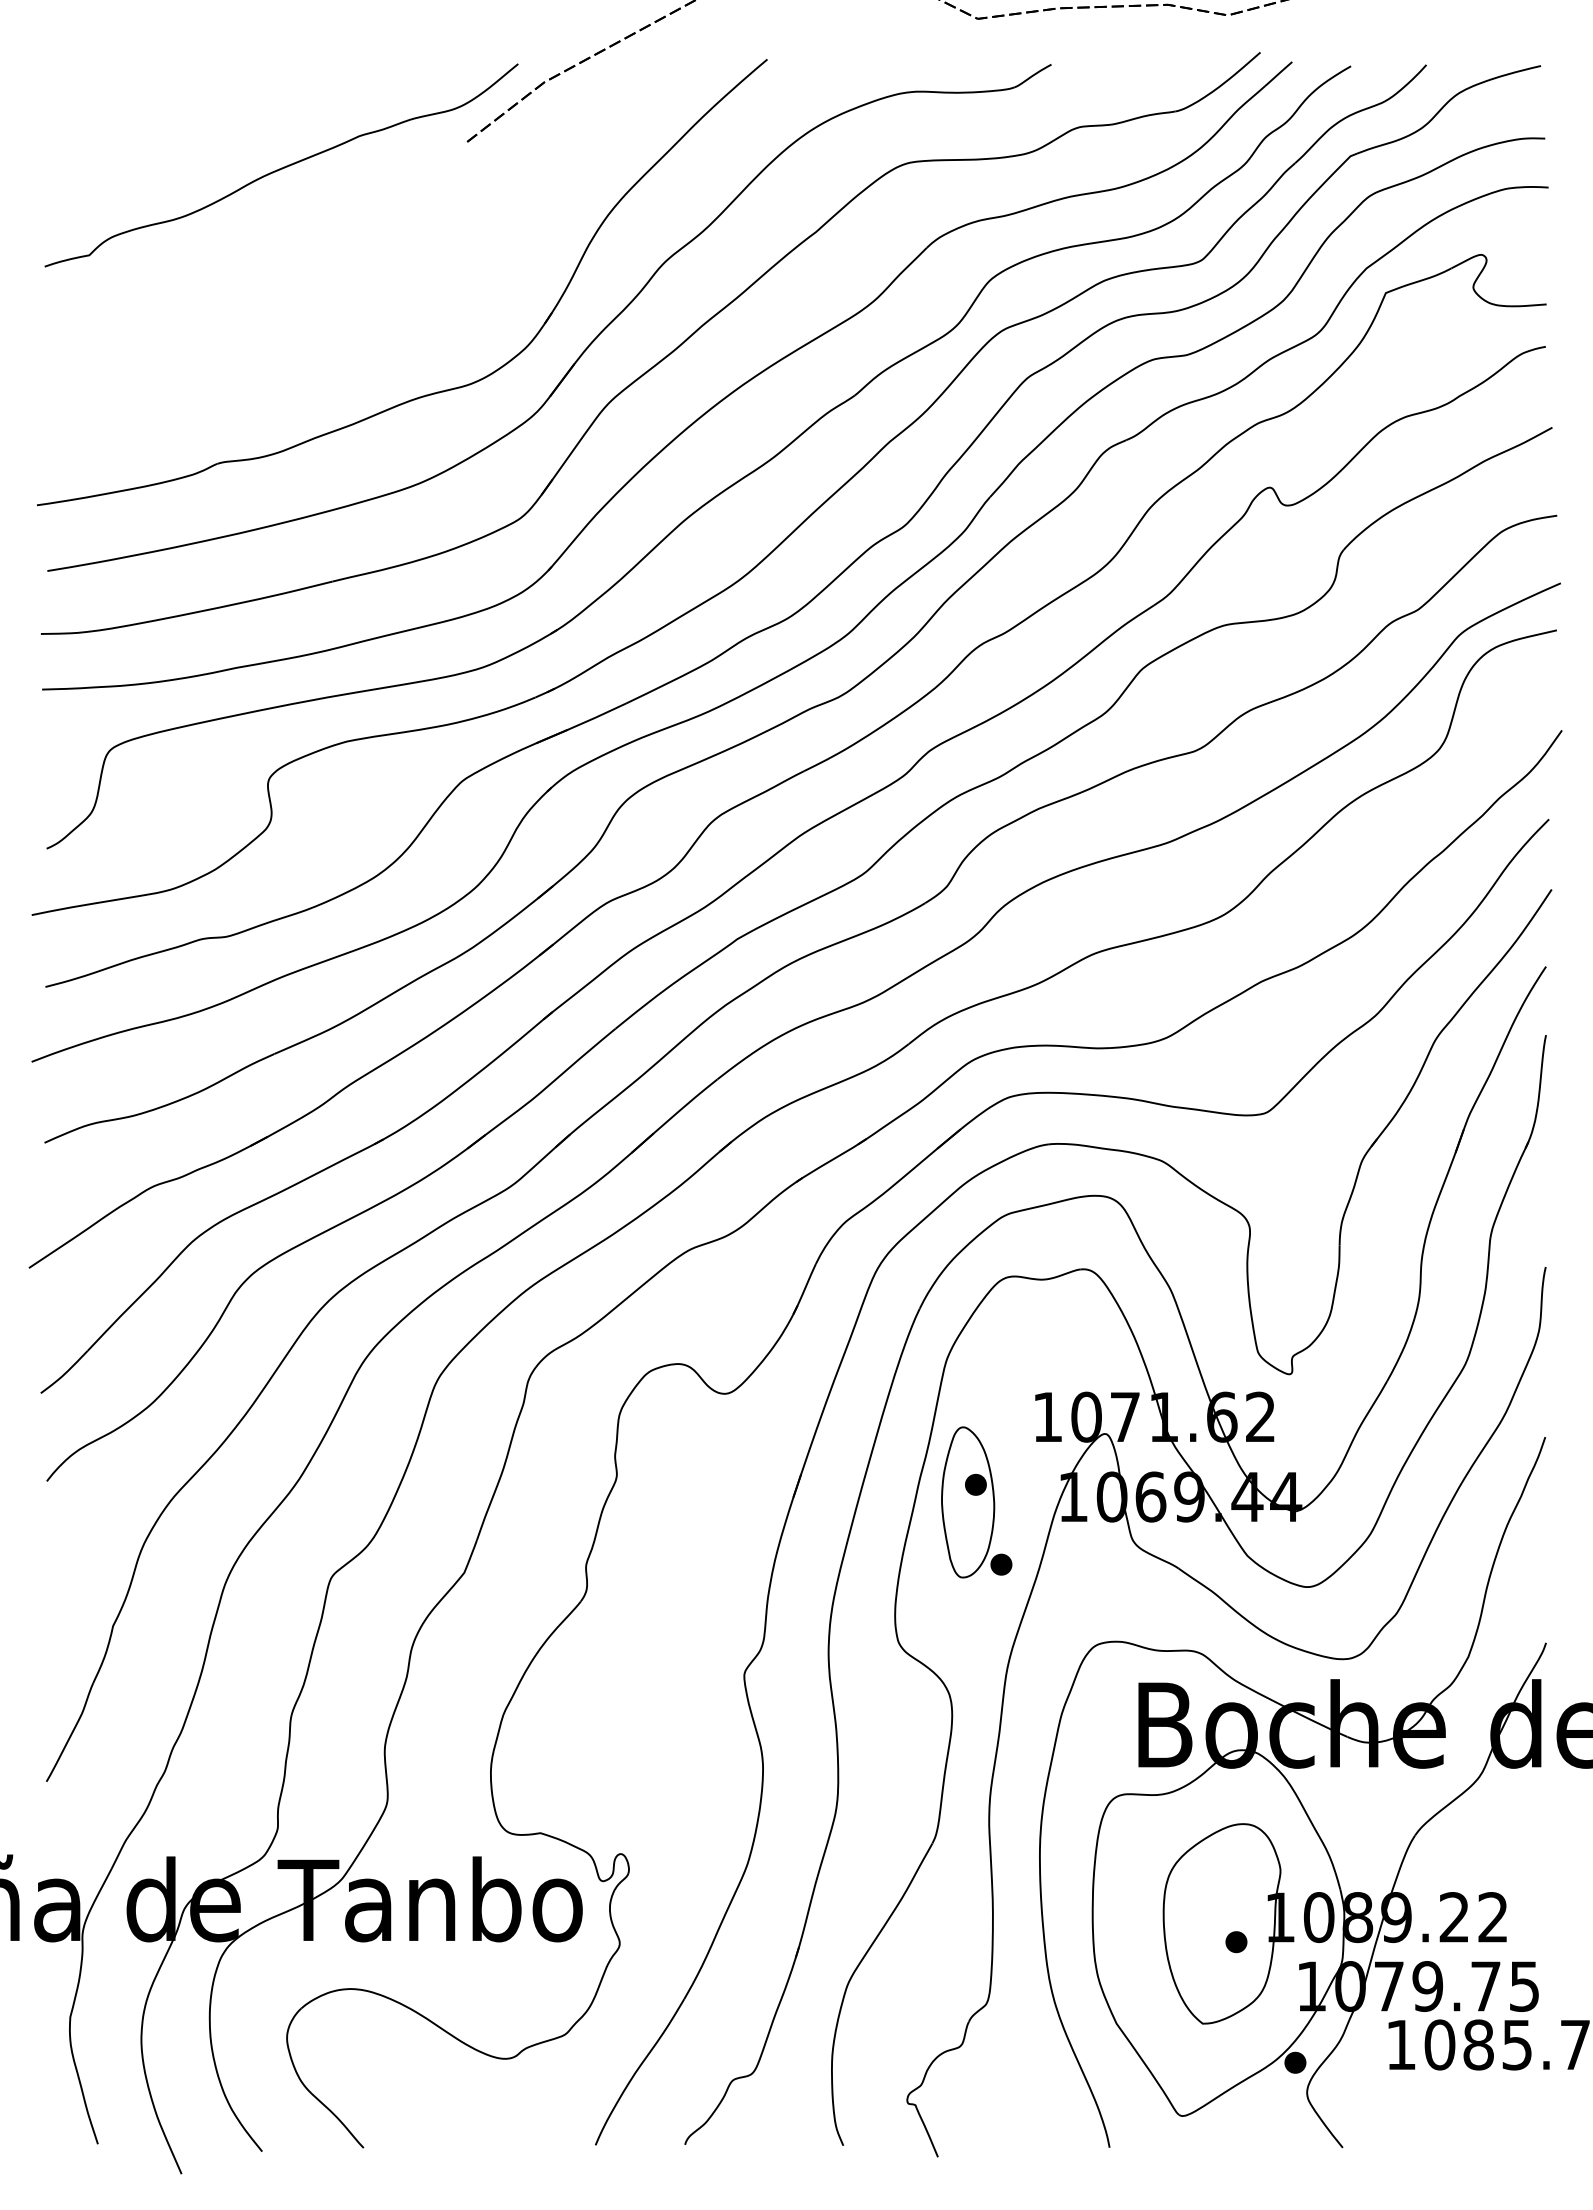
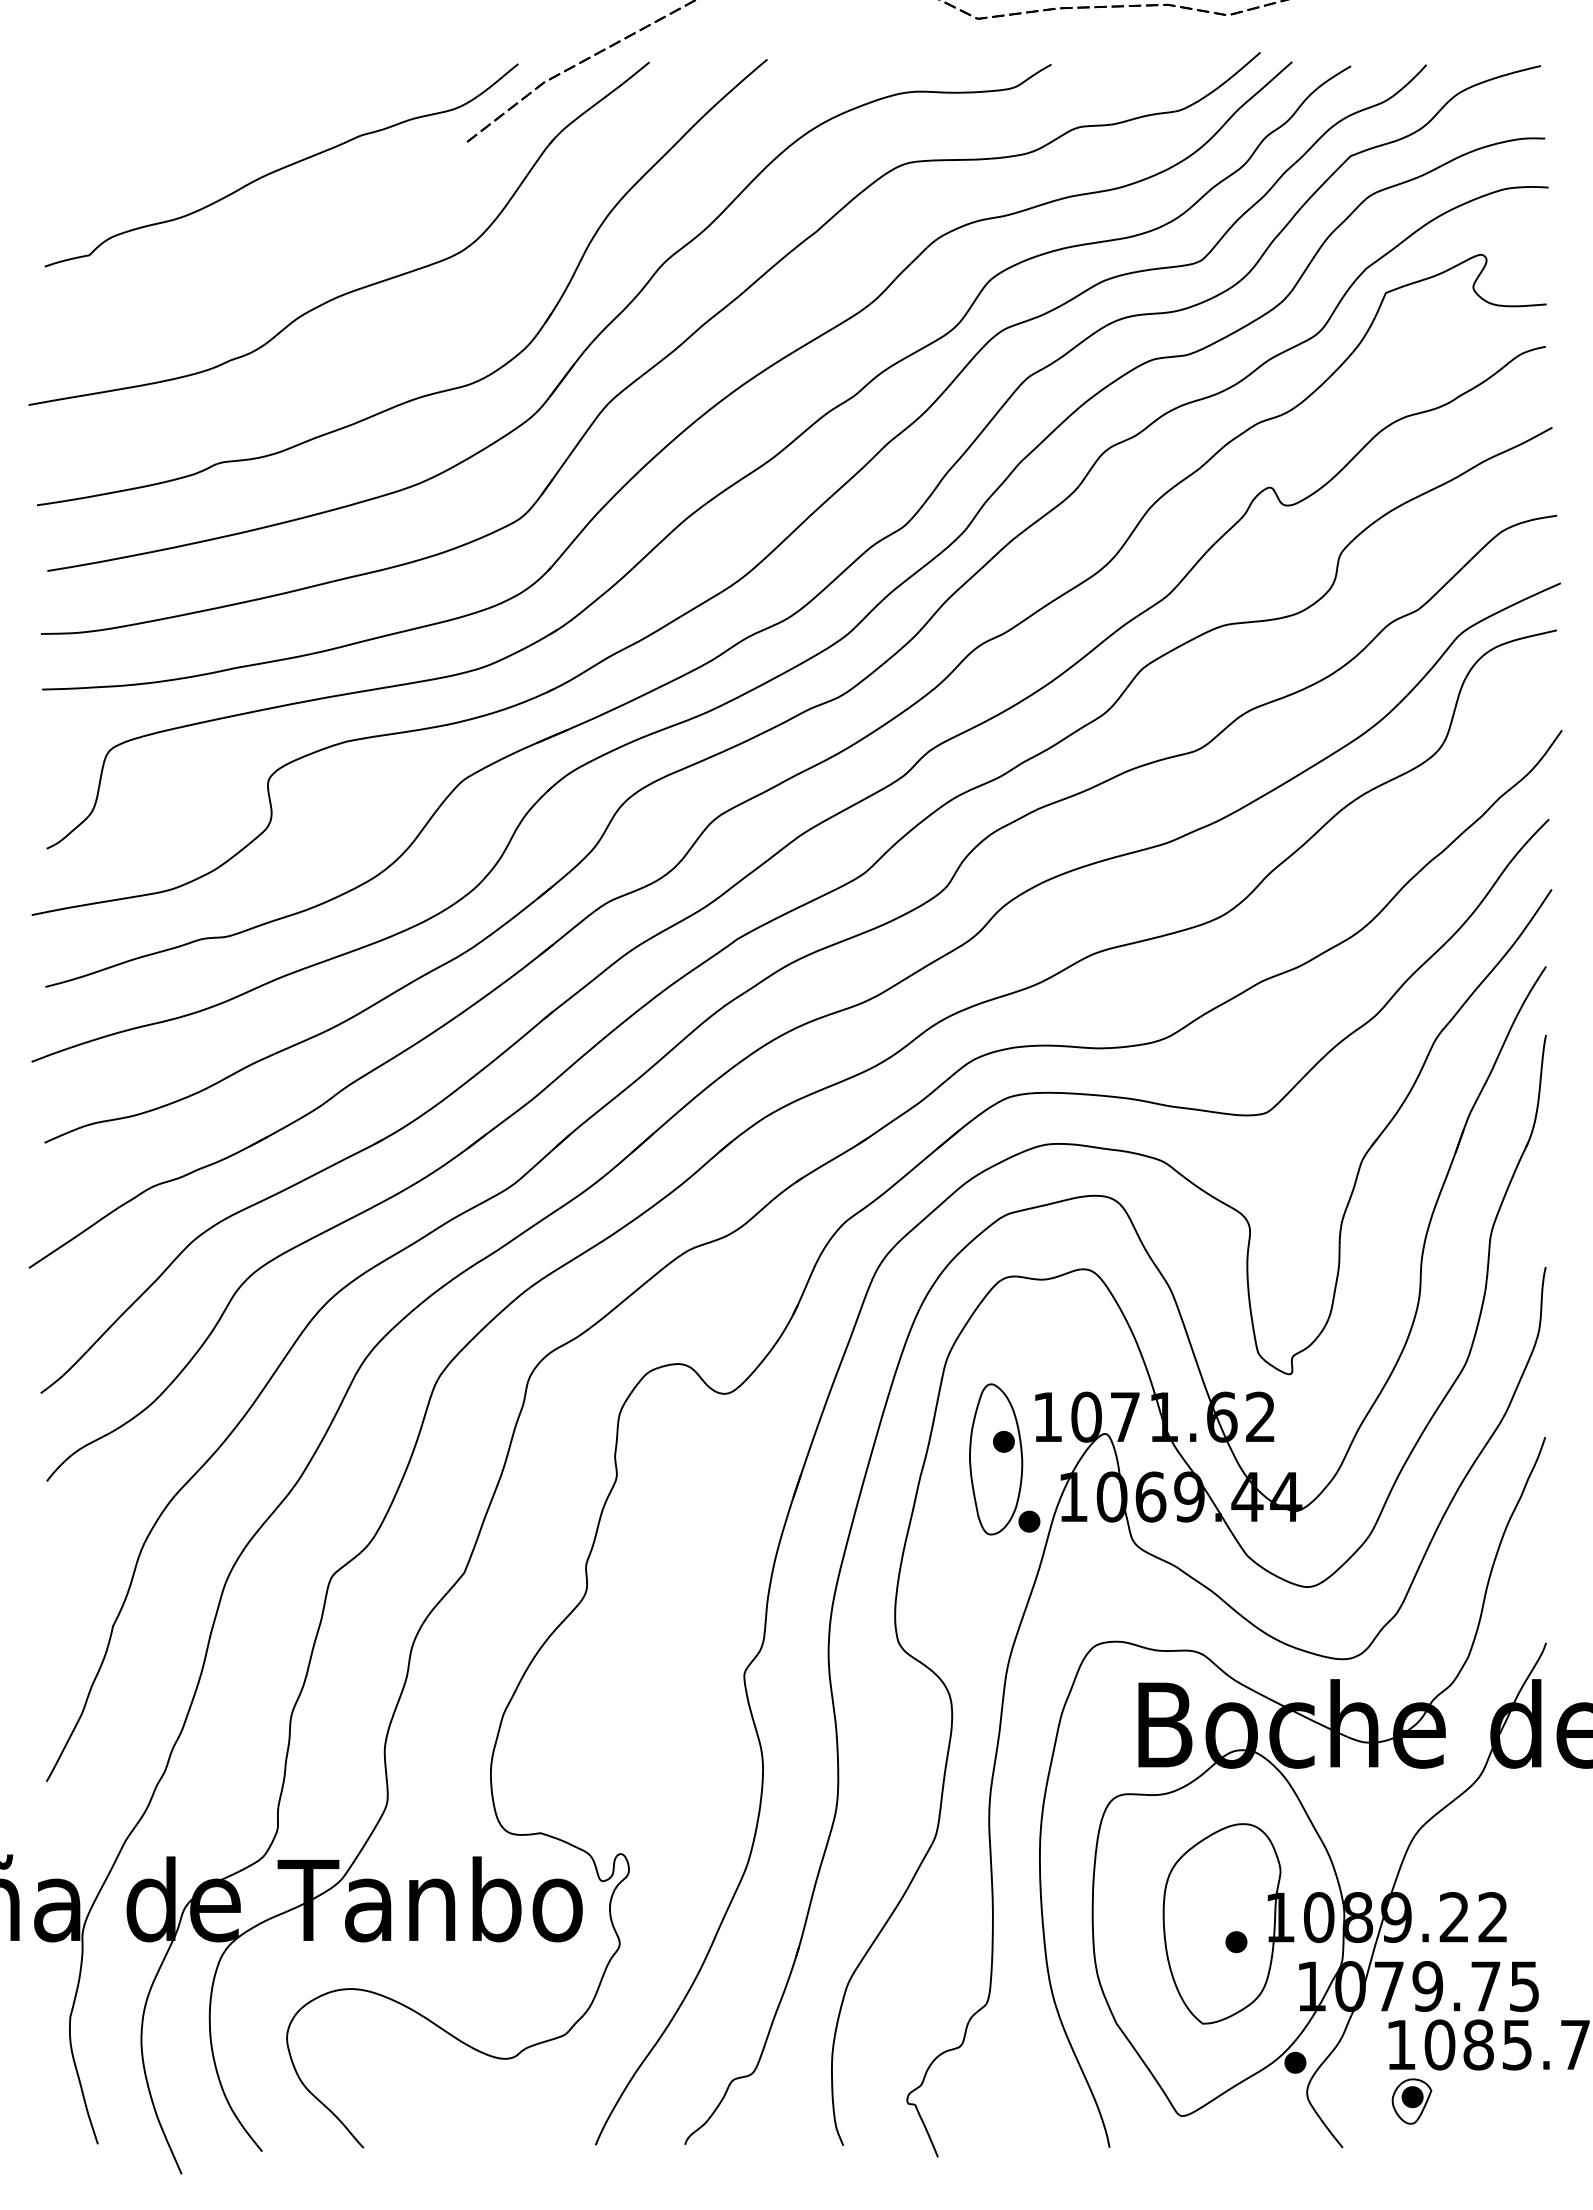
part at (357, 288): none -> present
part at (976, 1502) position: (976, 1502) -> (1004, 1459)
part at (1411, 2101): none -> present
